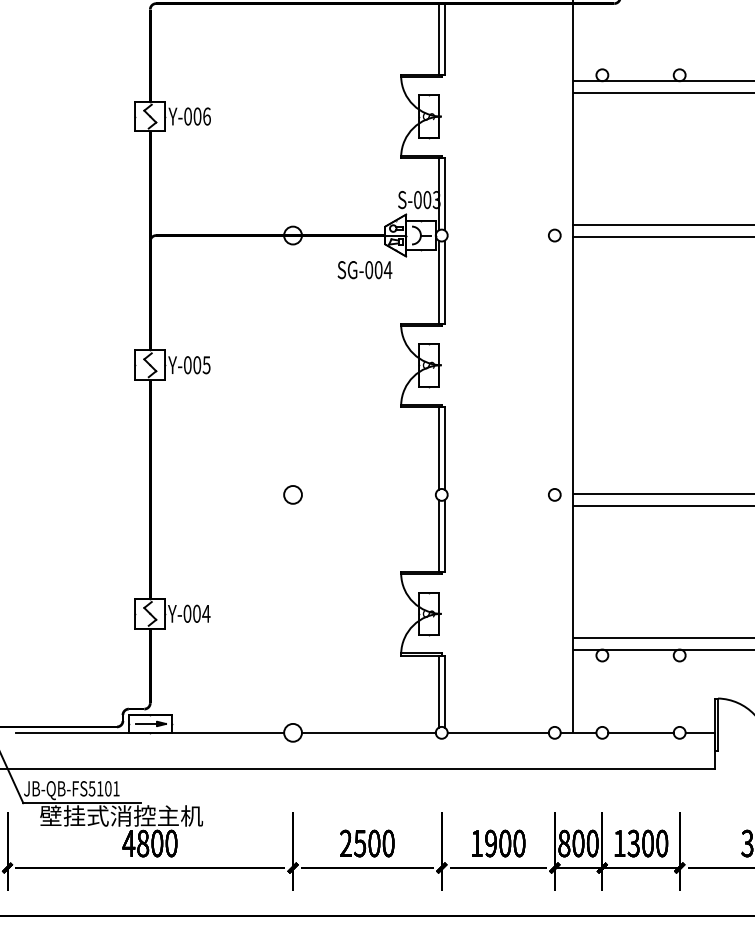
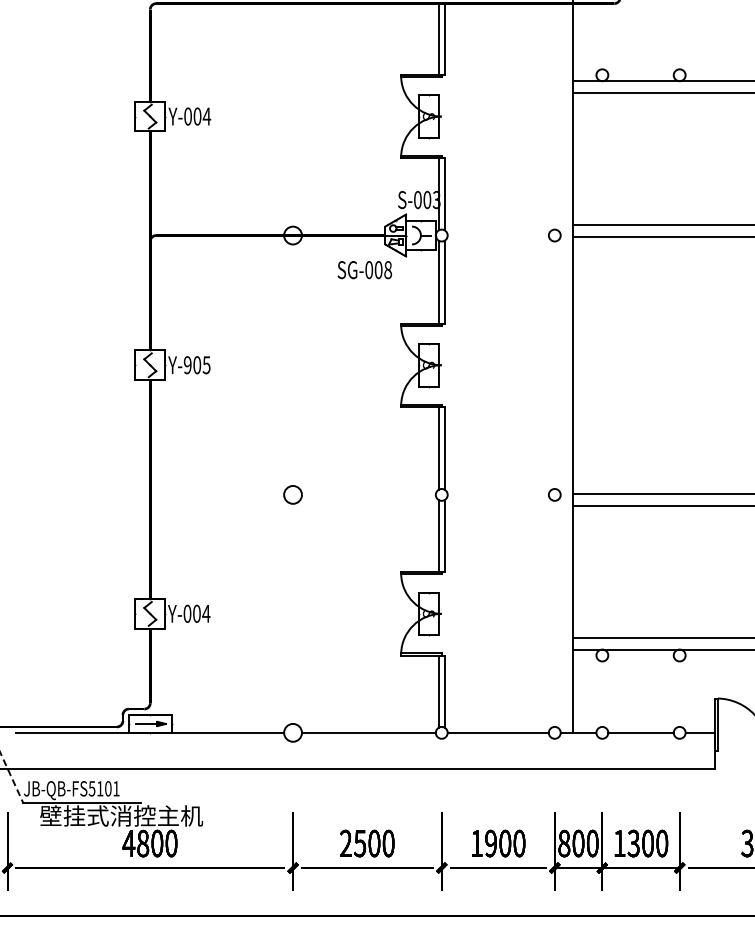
text at (206, 116): Y-006 -> Y-004
text at (387, 270): SG-004 -> SG-008
text at (187, 365): Y-005 -> Y-905
line at (11, 777): solid -> dashed
